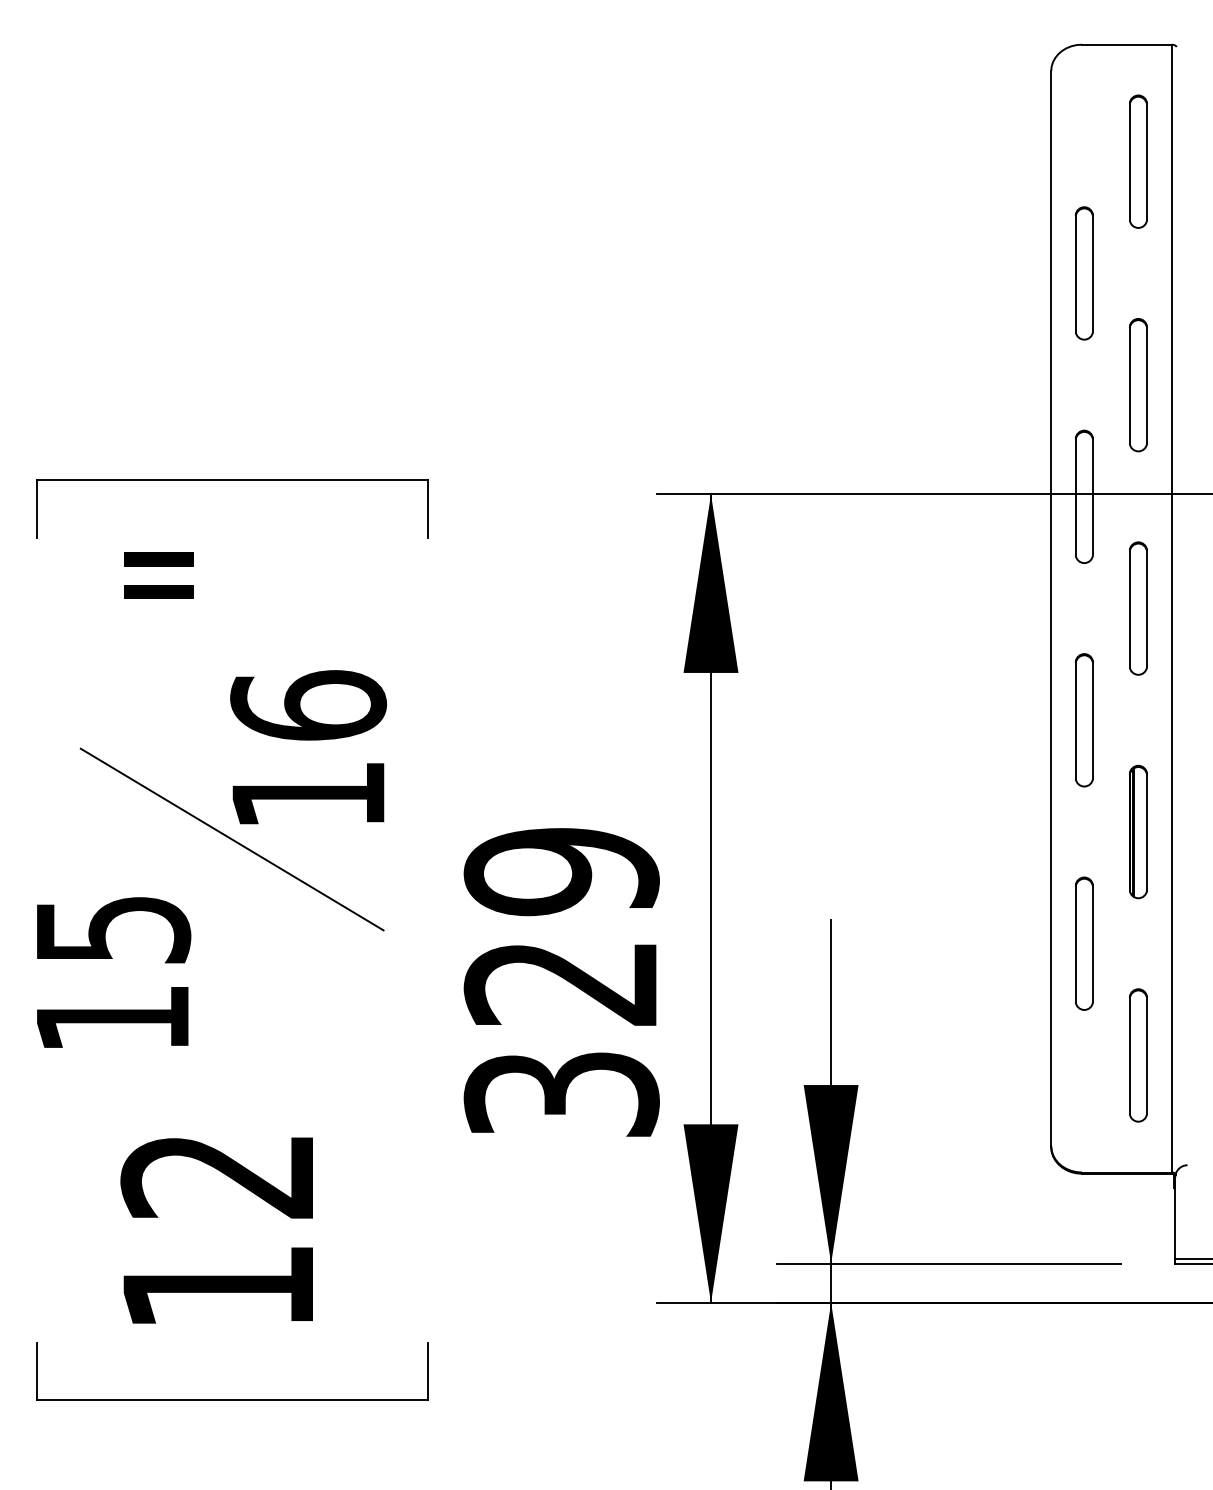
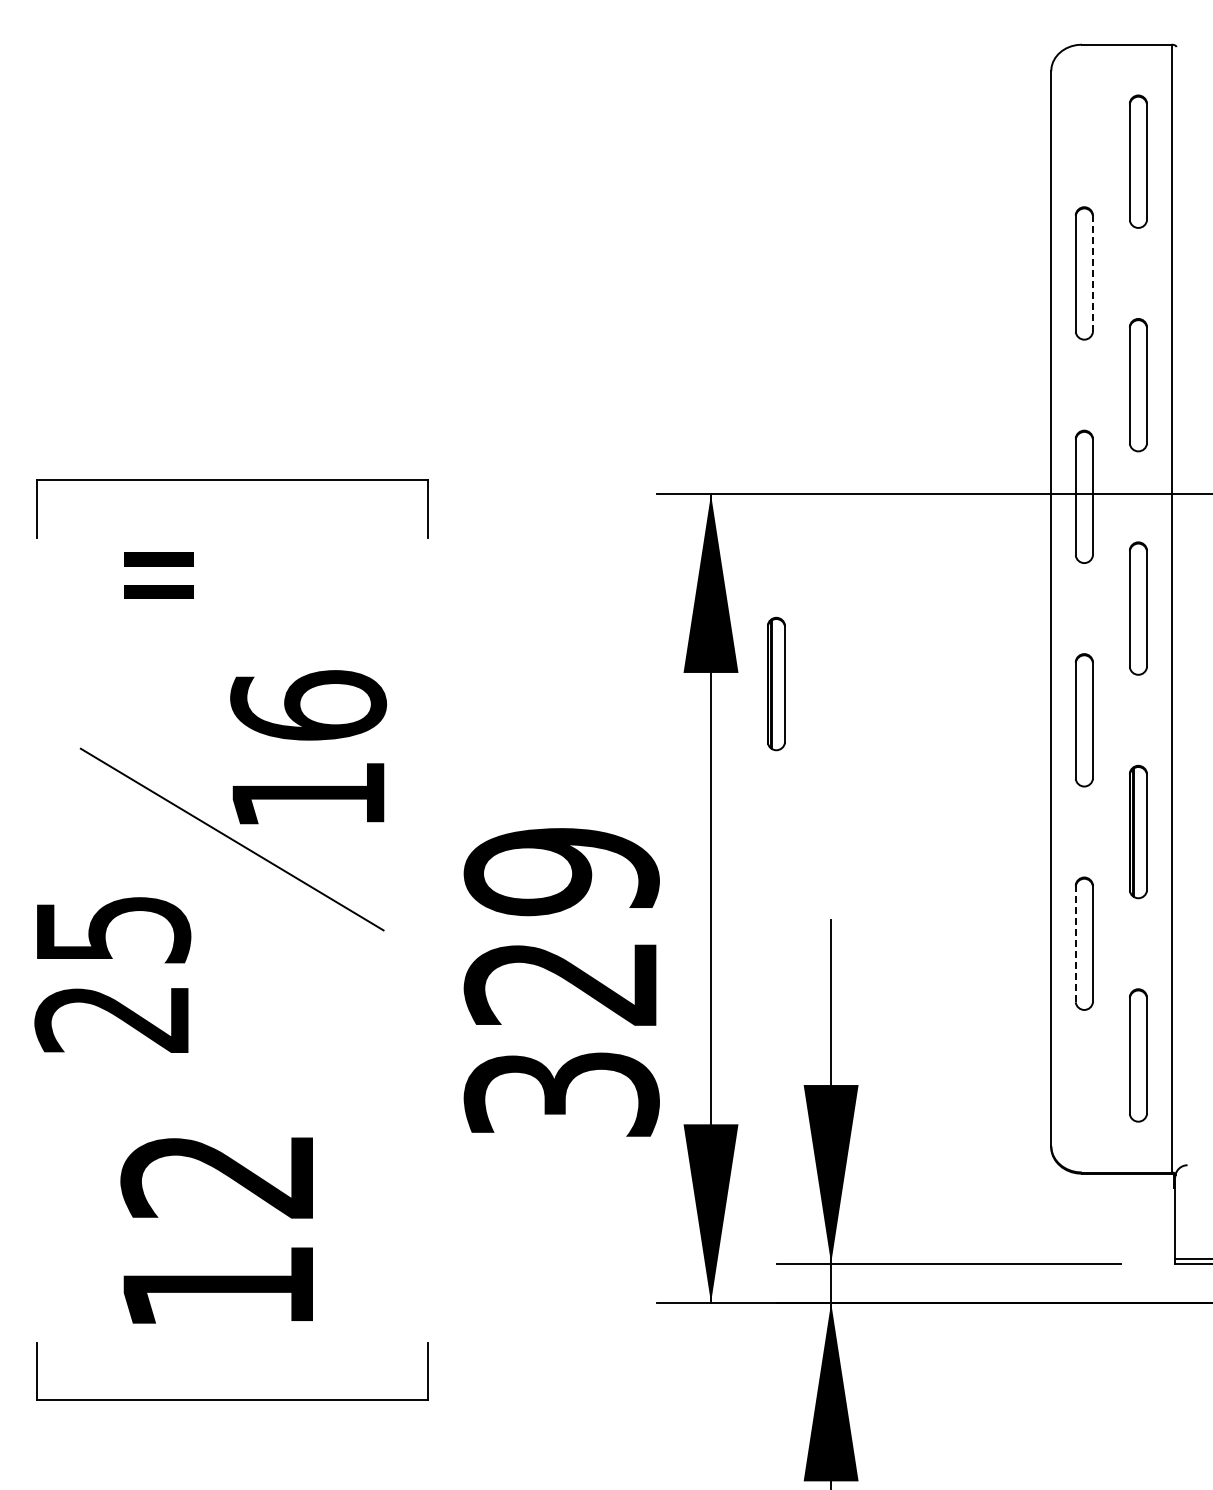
line at (1092, 273): solid -> dashed
part at (776, 683): none -> present
line at (1075, 943): solid -> dashed
text at (111, 1019): 15 -> 25
